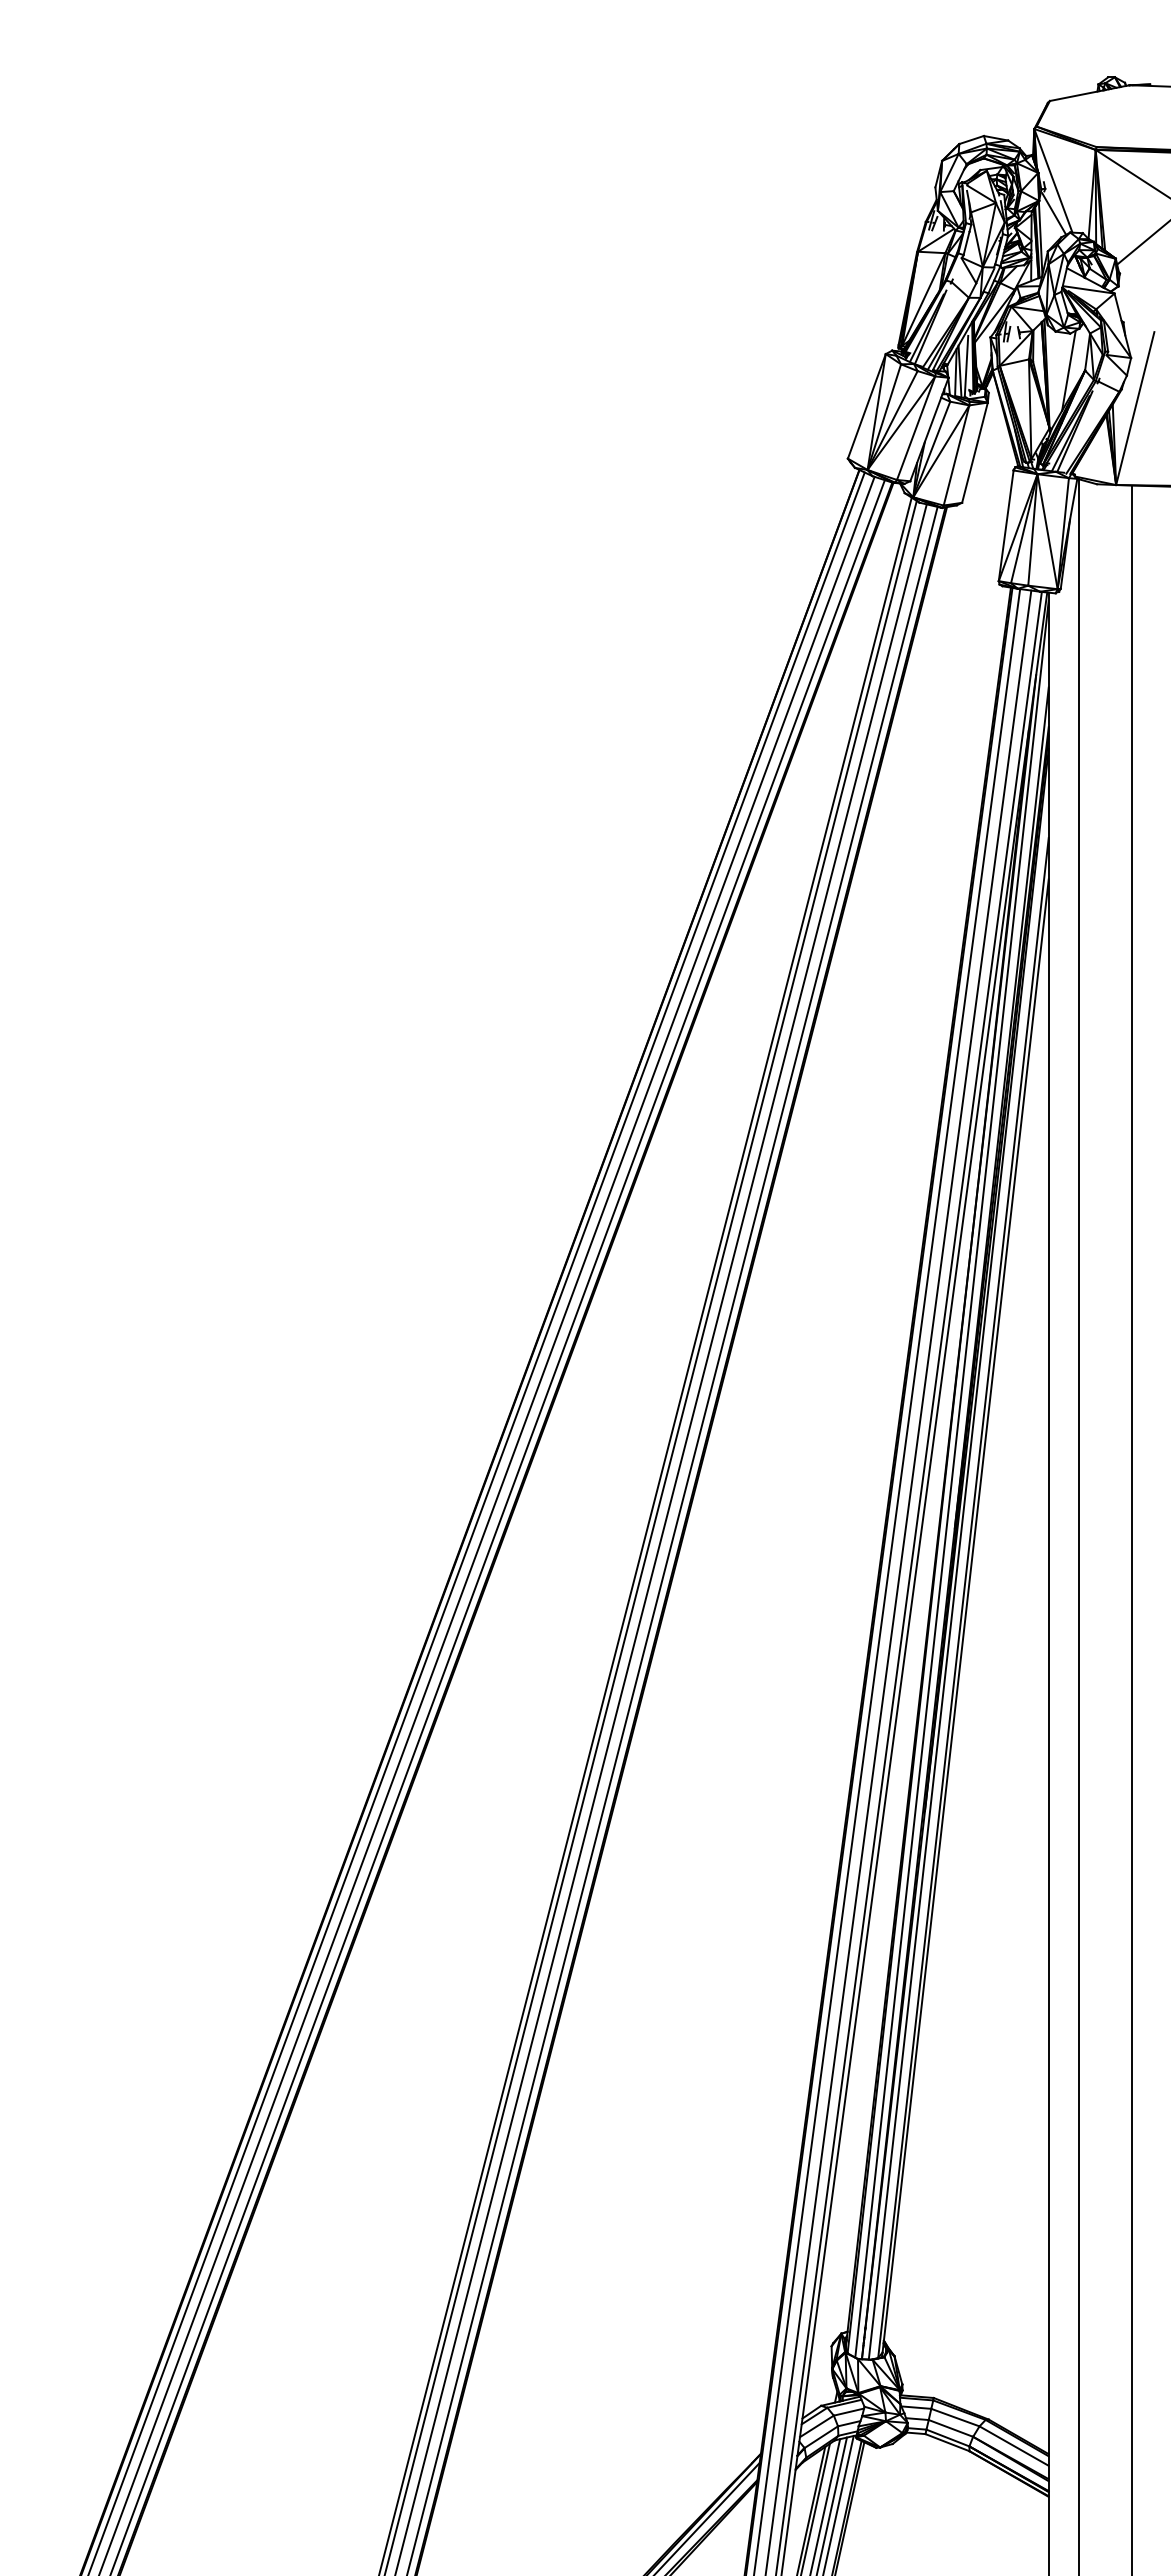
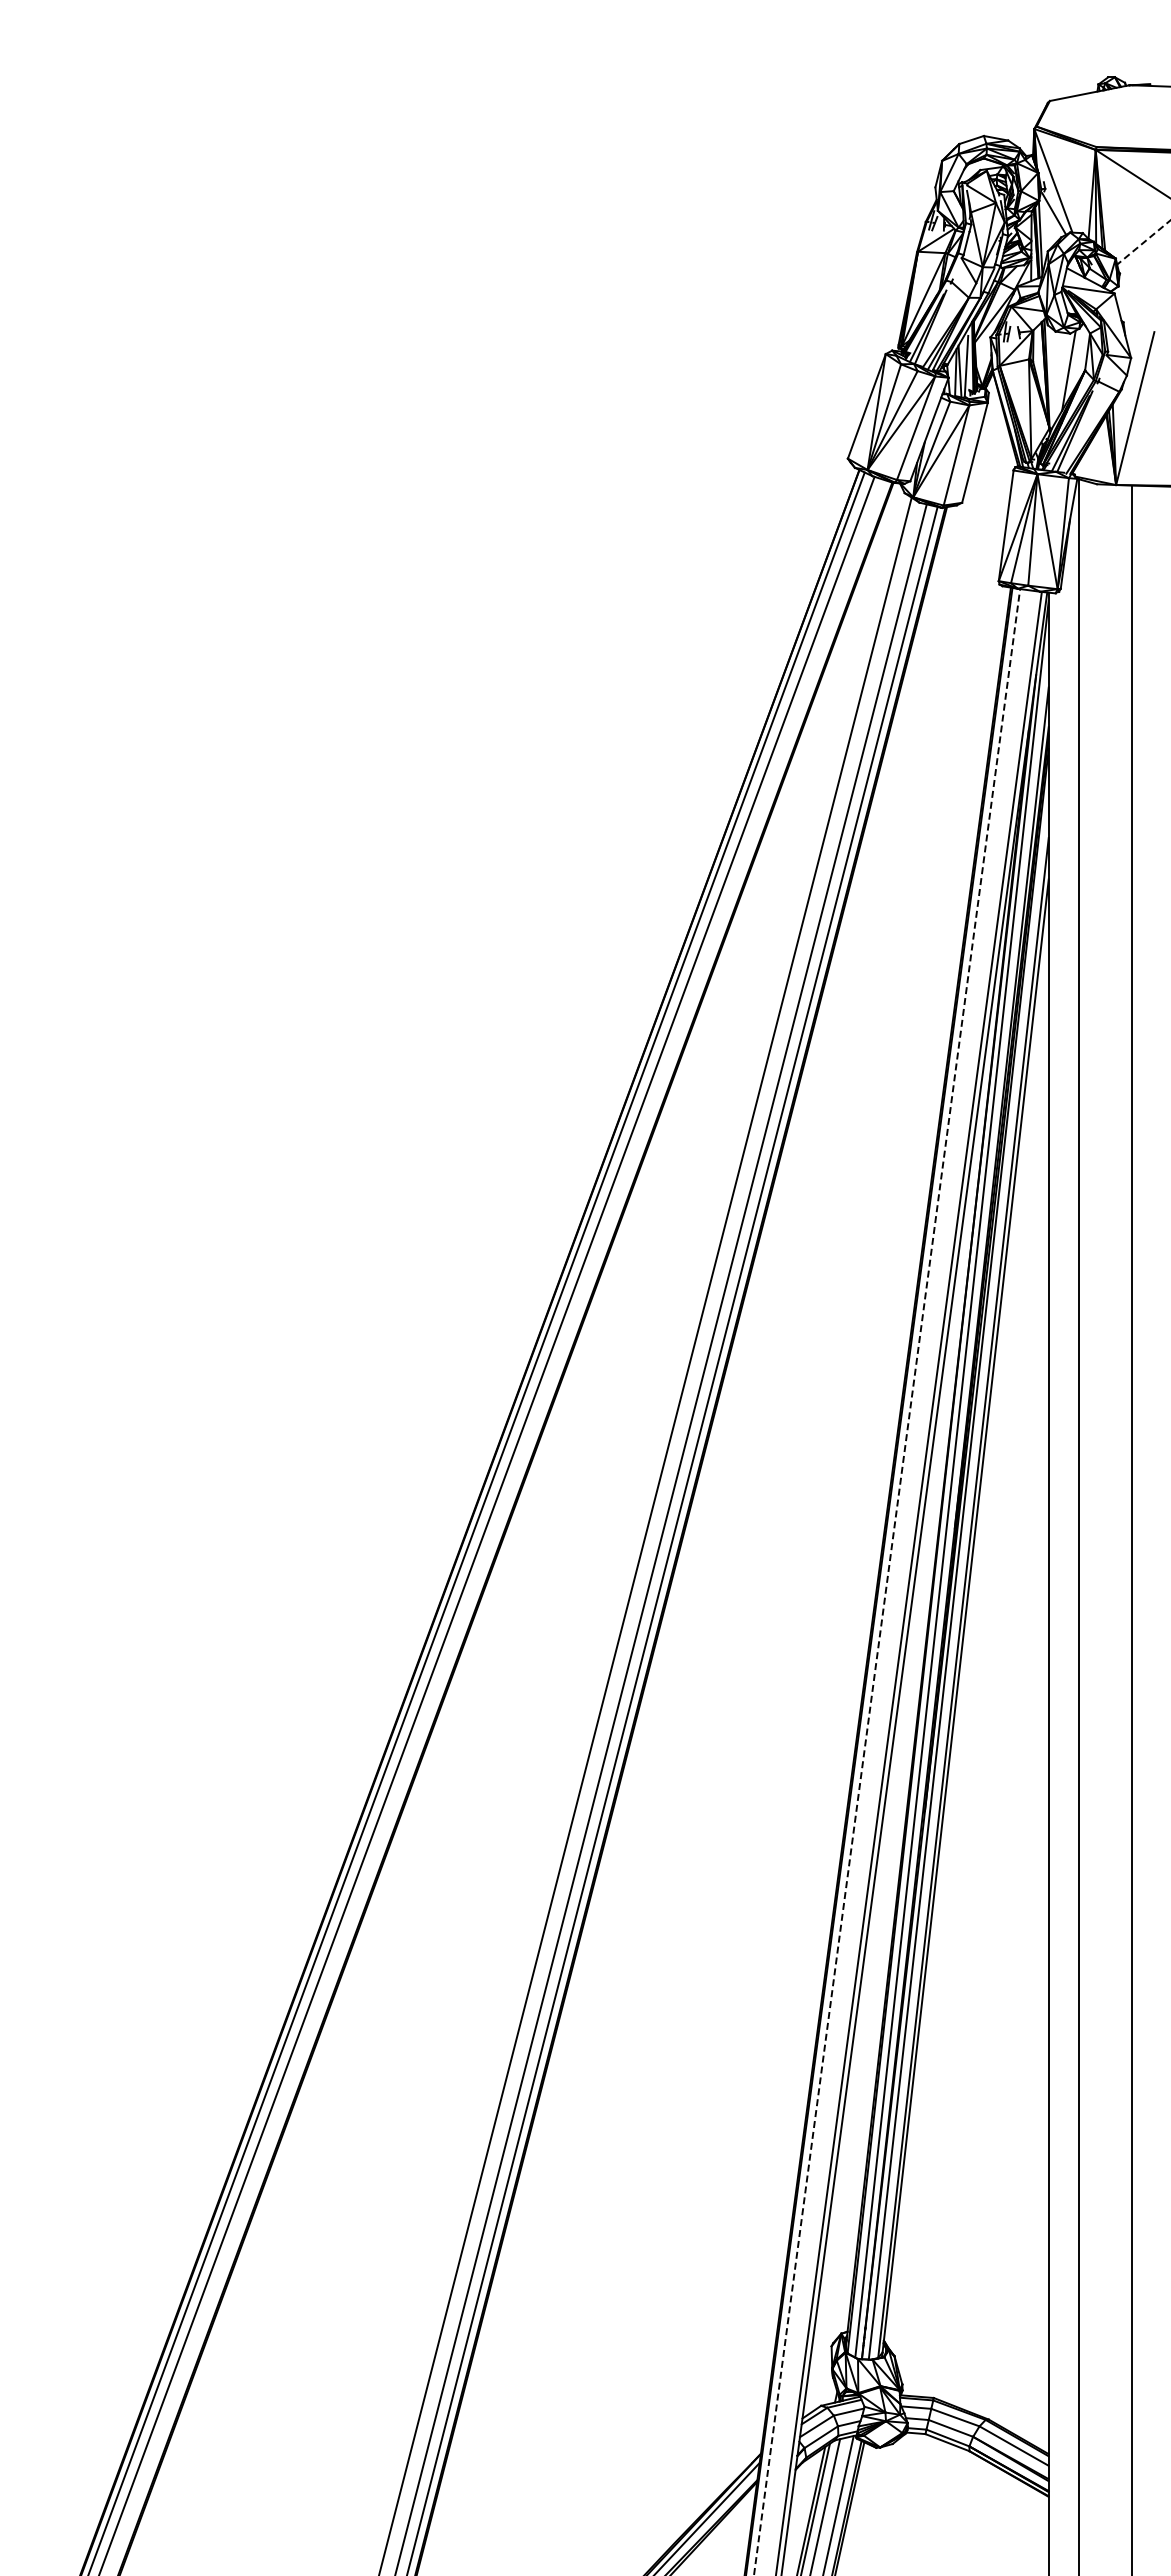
line at (1143, 242): solid -> dashed
line at (497, 1526): present -> none
line at (650, 1536): present -> none
line at (898, 1581): present -> none
line at (887, 1582): solid -> dashed
line at (831, 2504): present -> none
